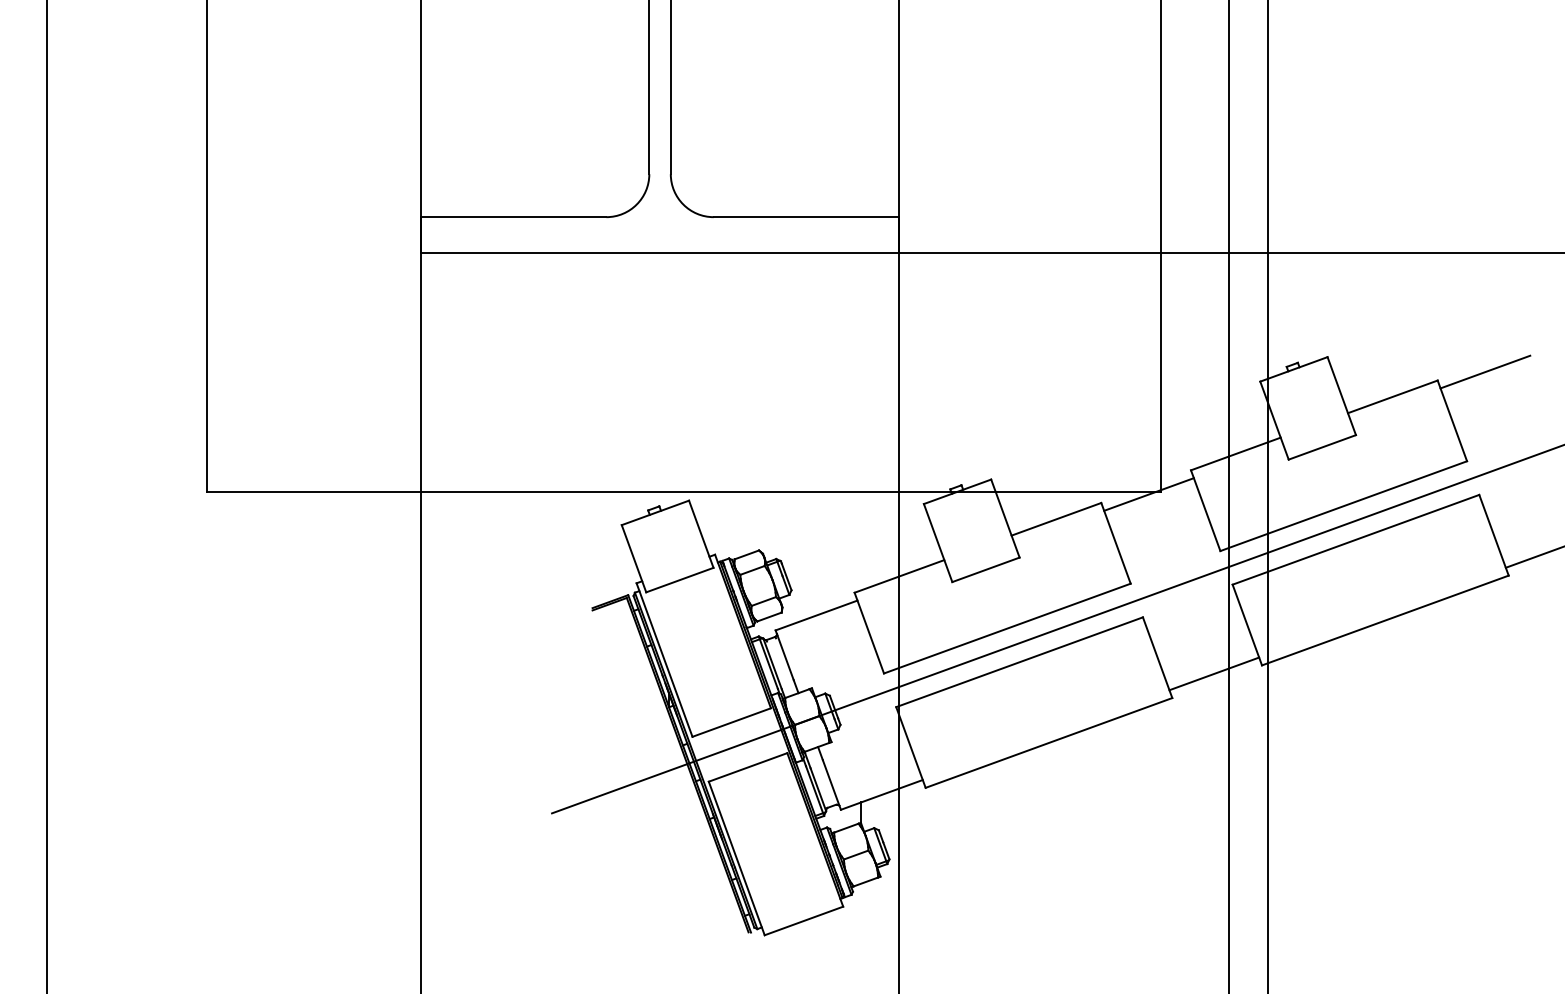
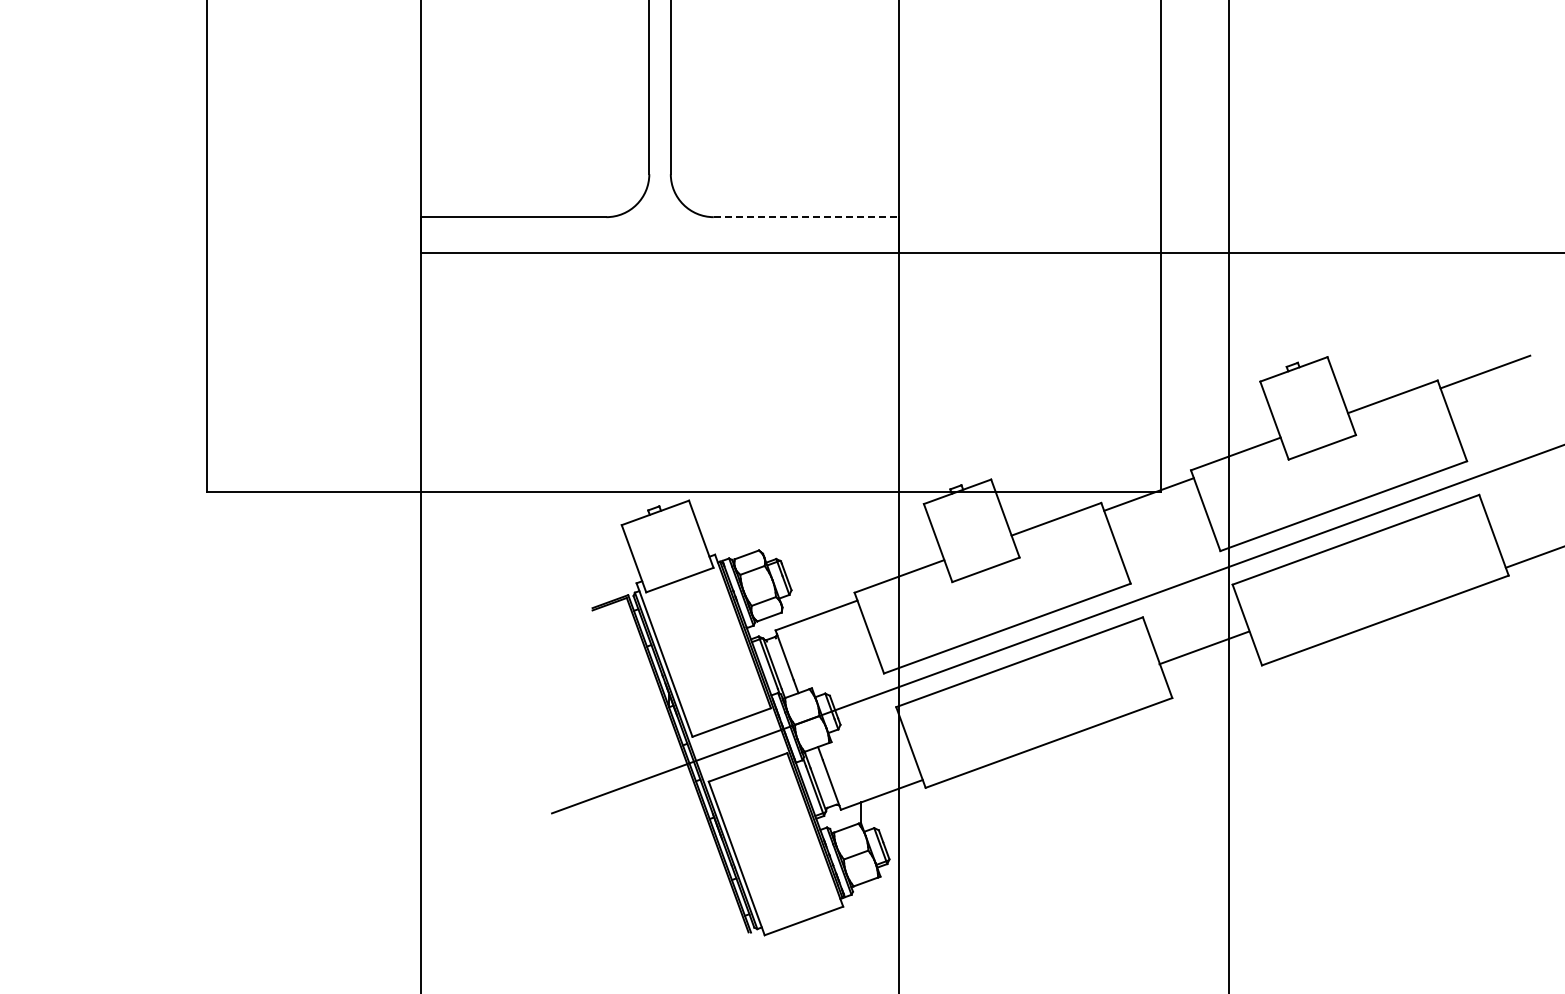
line at (806, 217): solid -> dashed
line at (46, 496): present -> none
line at (1267, 496): present -> none
line at (1214, 673) position: (1214, 673) -> (1204, 647)
